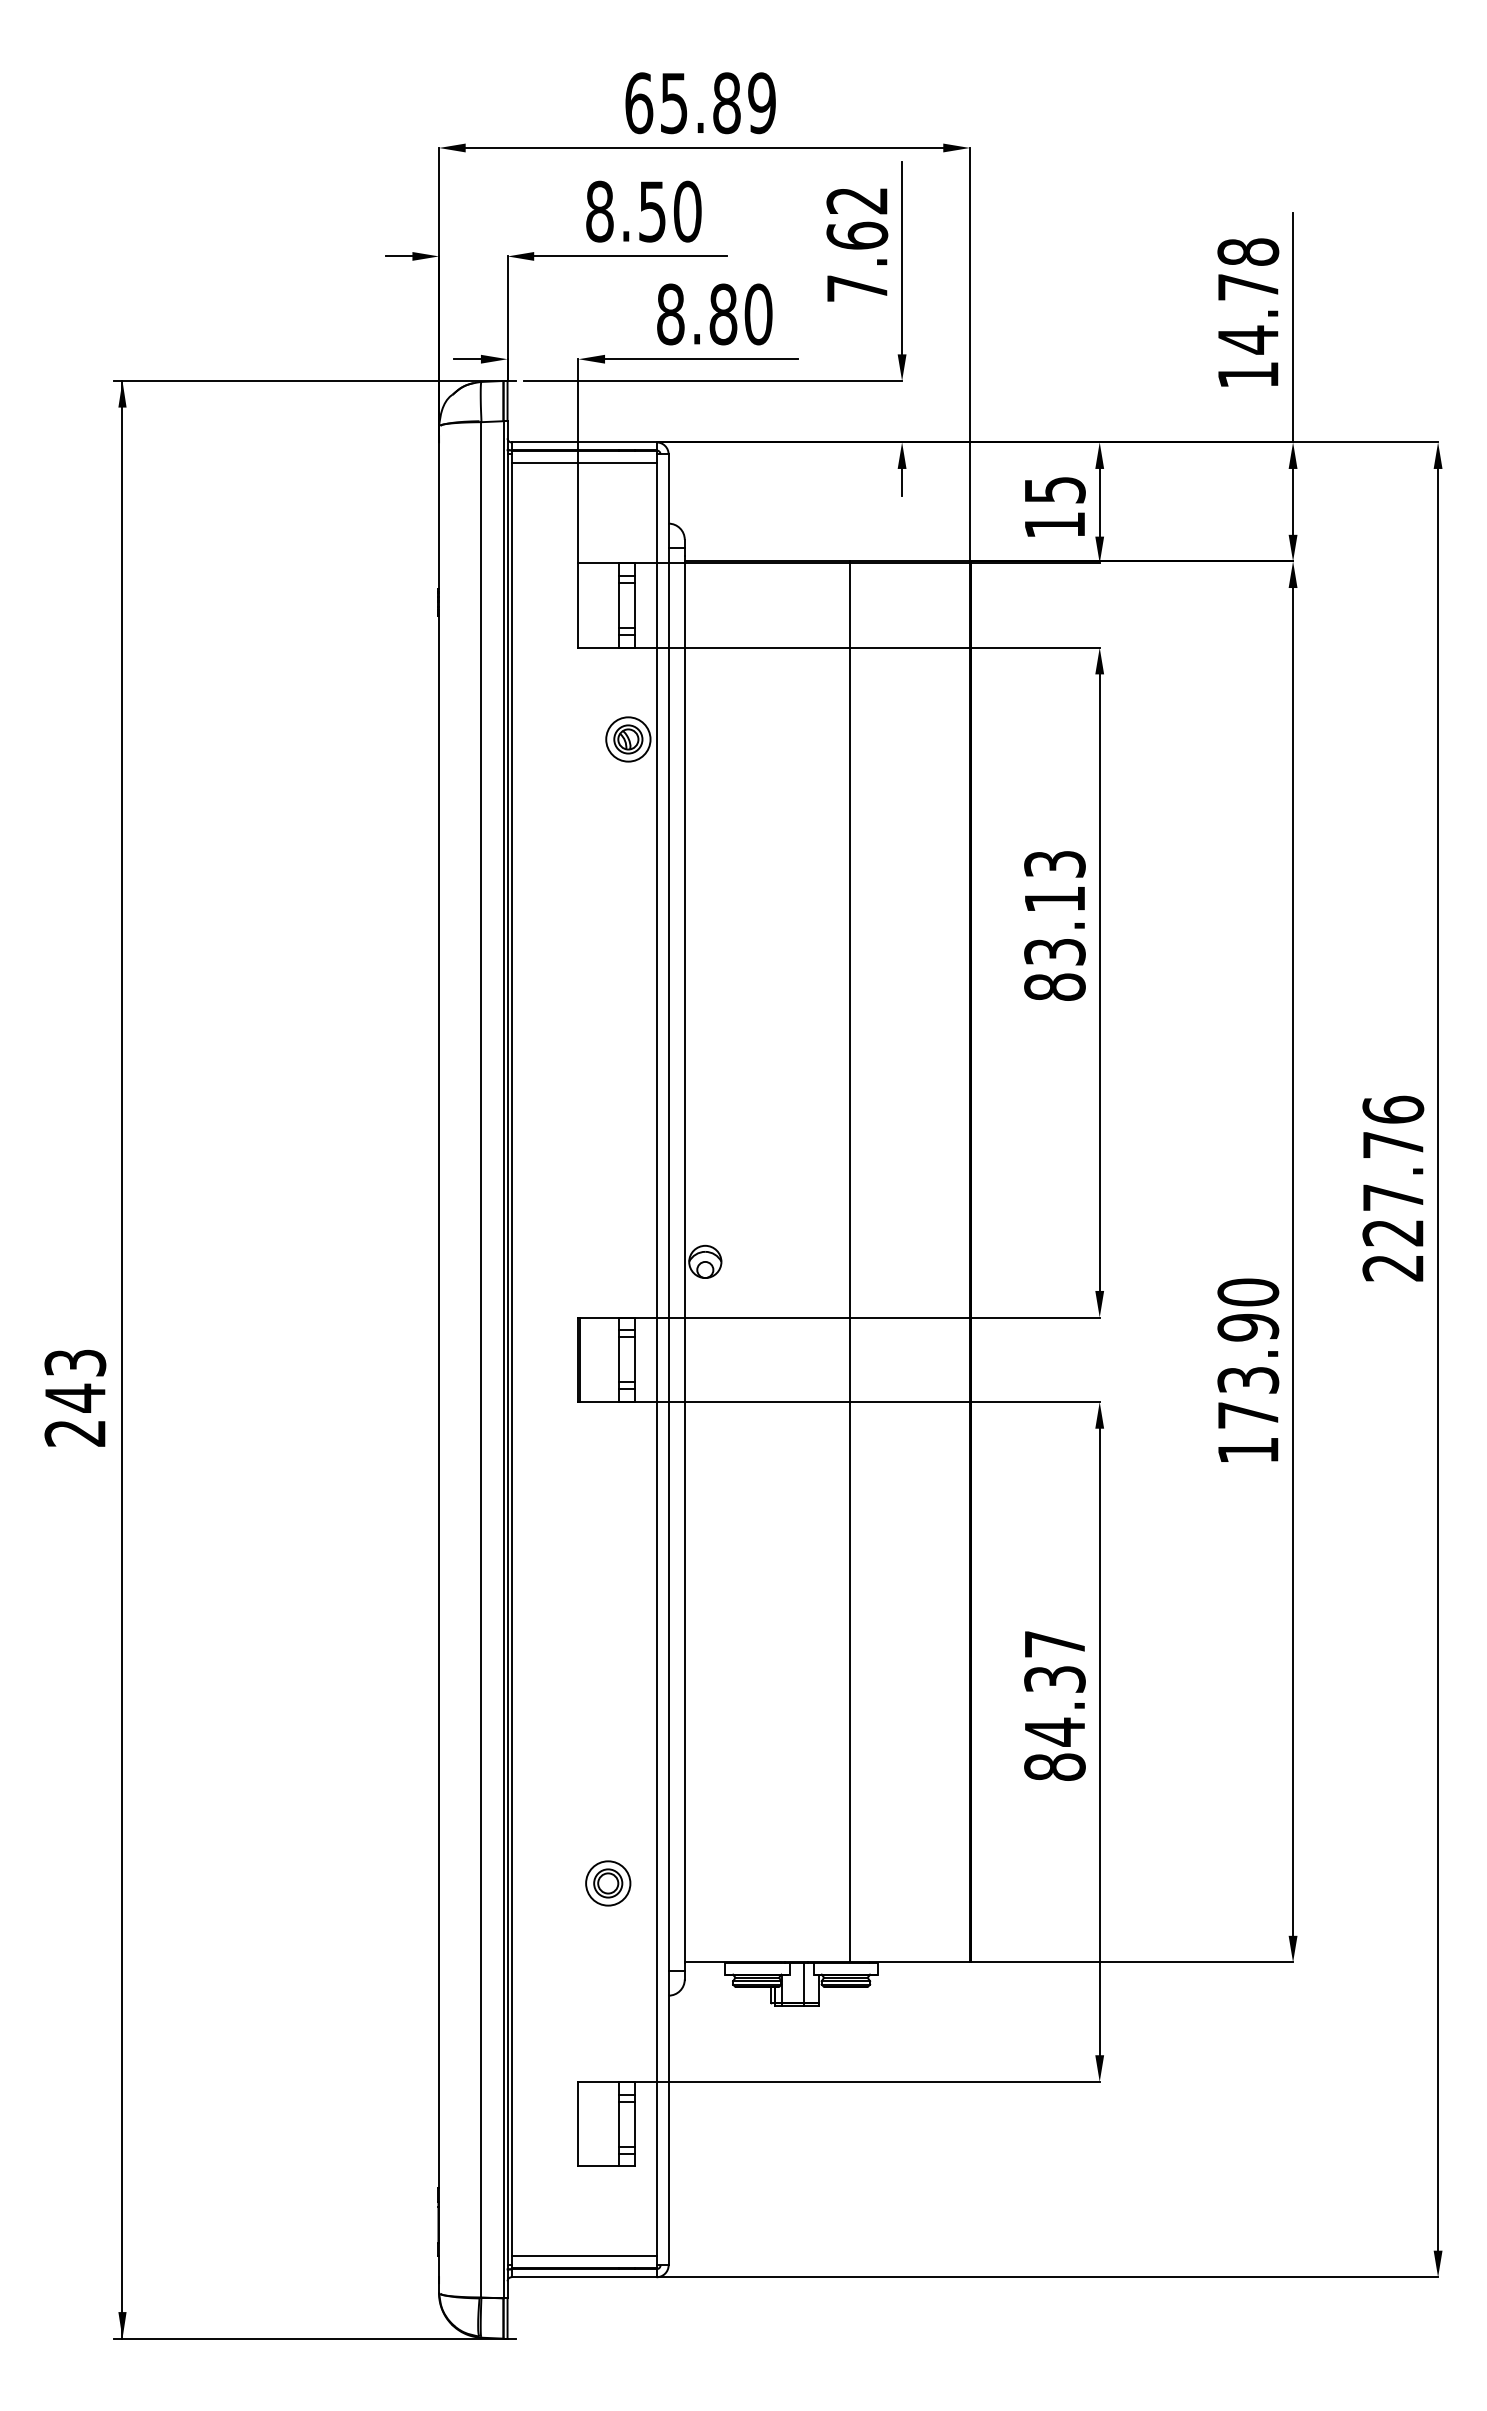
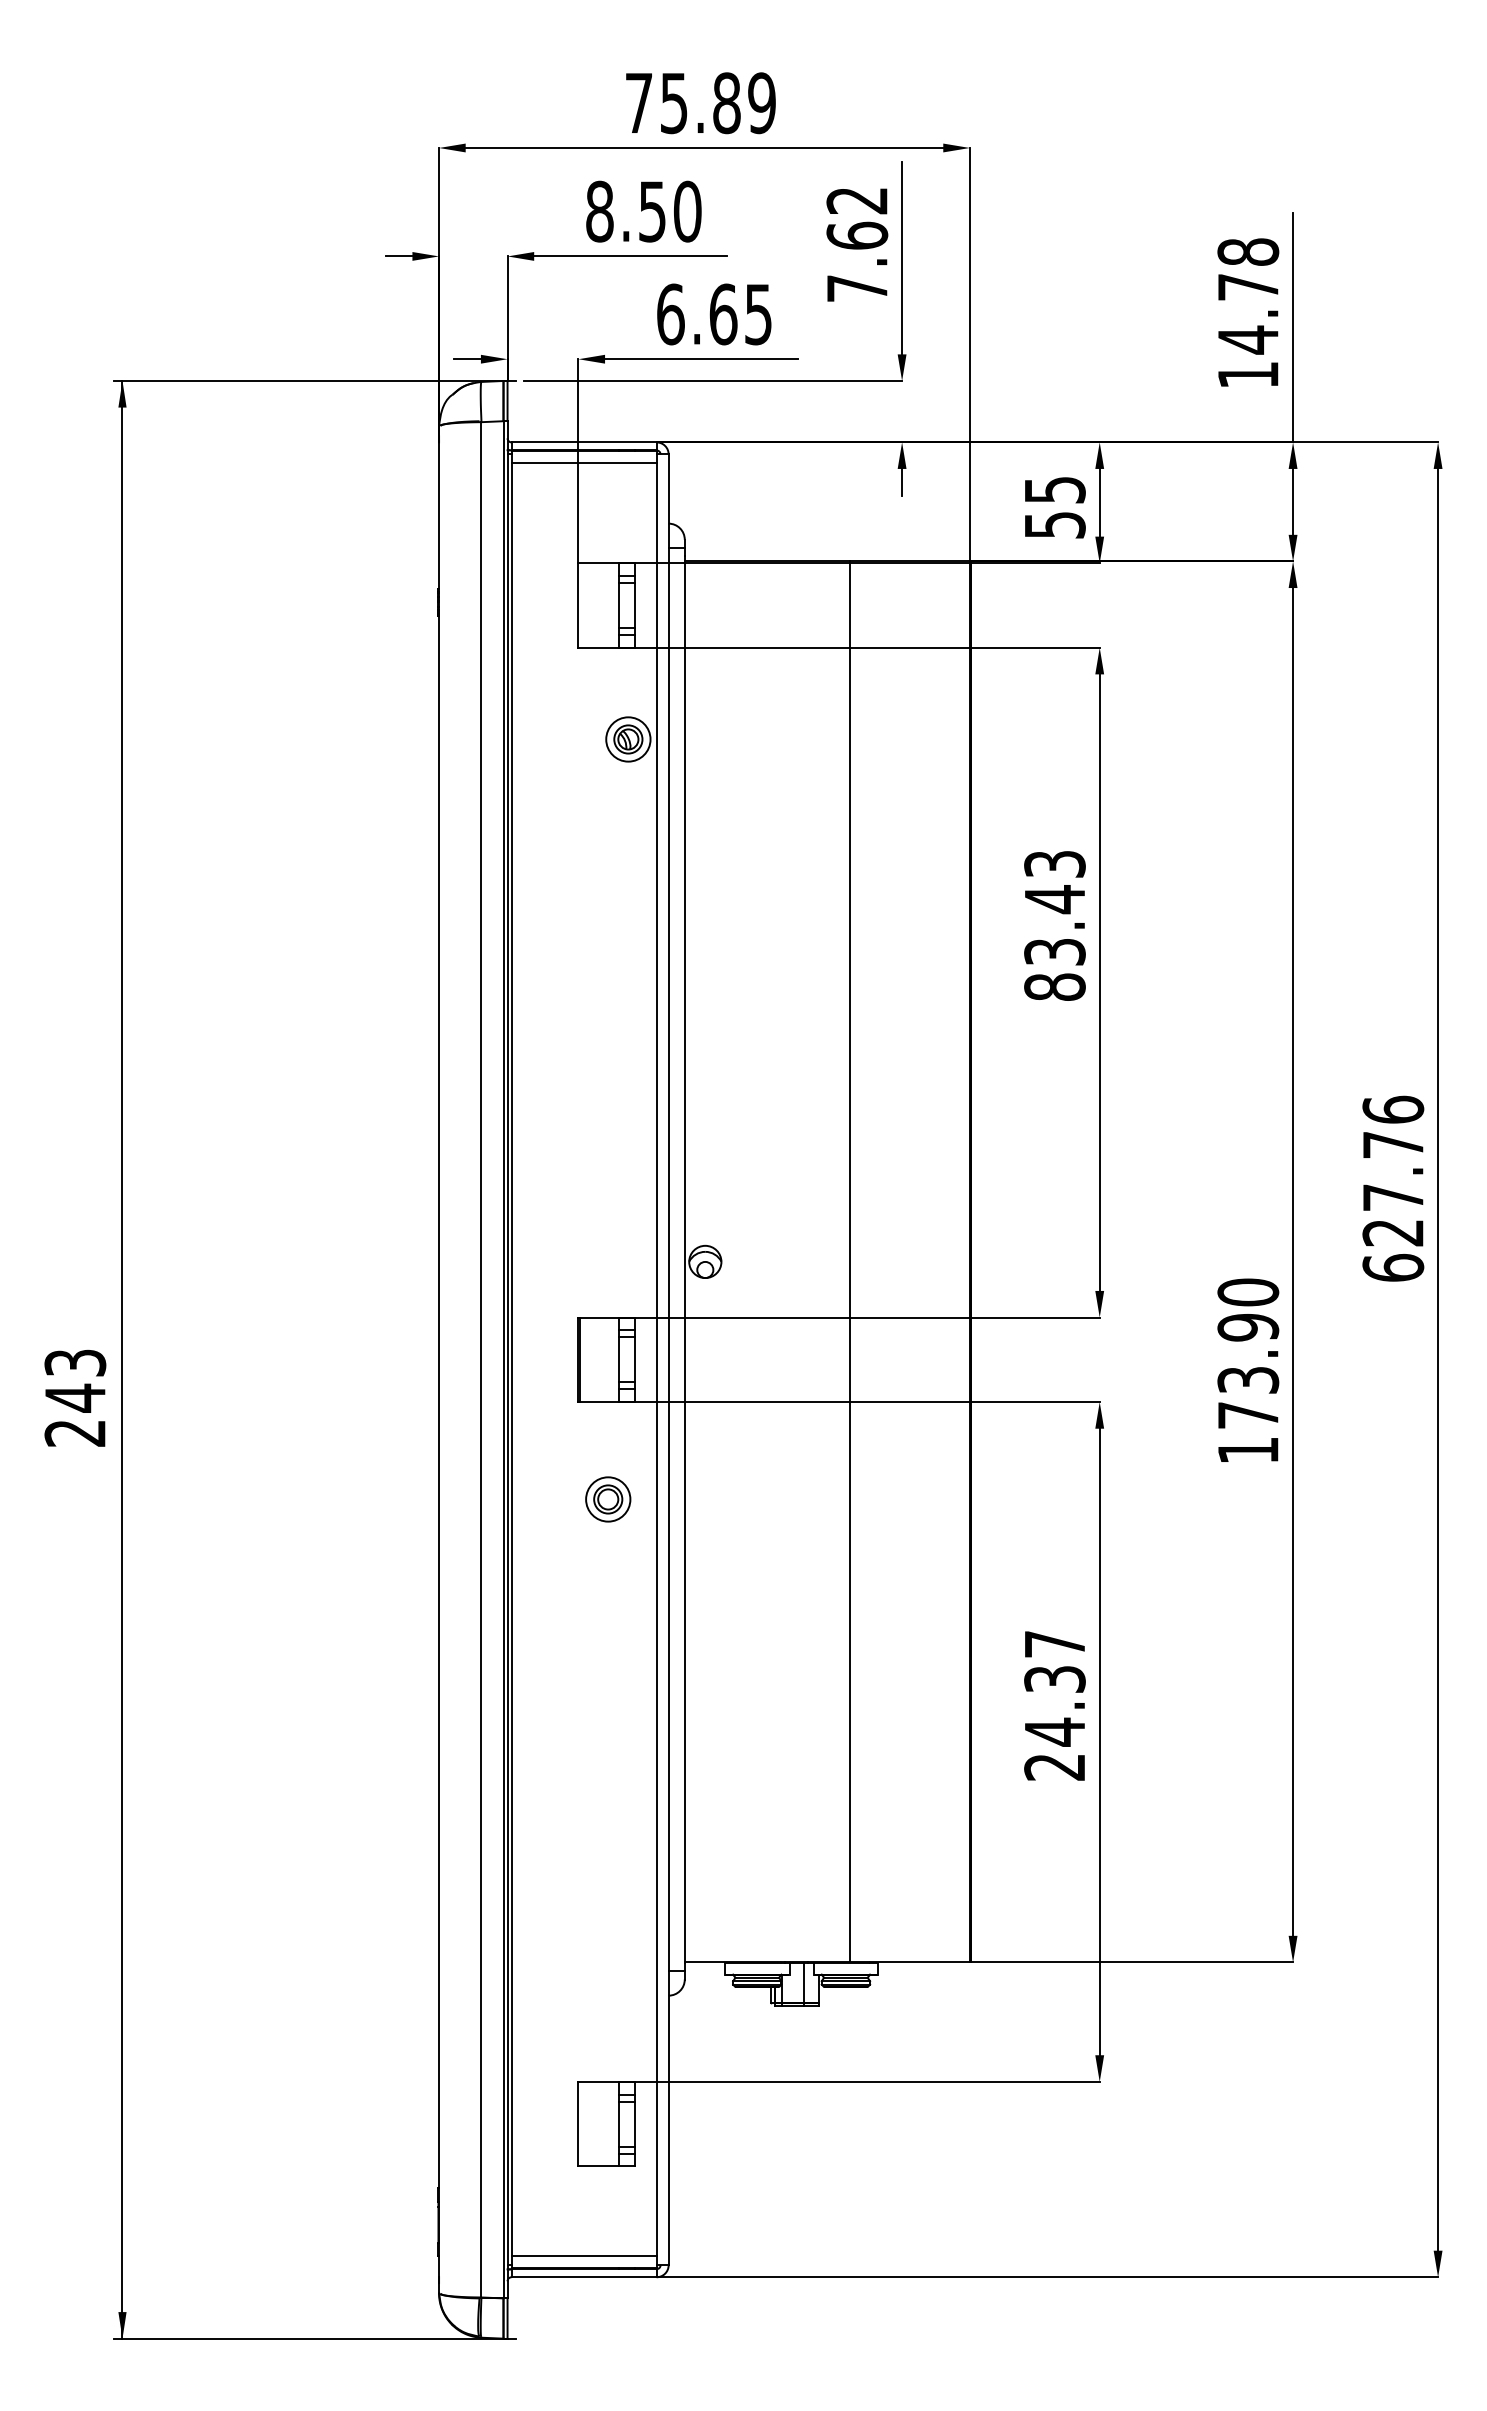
text at (639, 103): 65.89 -> 75.89
text at (714, 314): 8.80 -> 6.65
text at (1055, 525): 15 -> 55
text at (1054, 899): 83.13 -> 83.43
text at (1393, 1267): 227.76 -> 627.76
text at (1054, 1766): 84.37 -> 24.37
part at (608, 1883) position: (608, 1883) -> (608, 1499)
